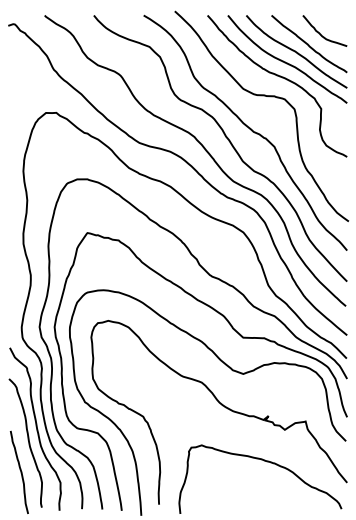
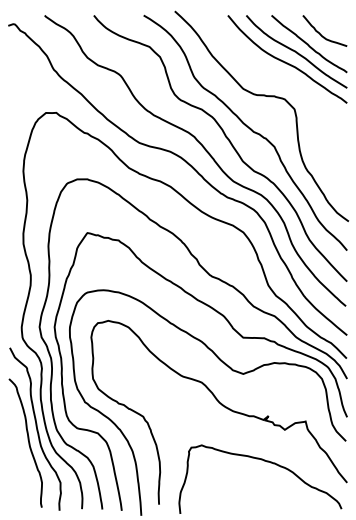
curve at (279, 77): present -> none
curve at (20, 471): present -> none
